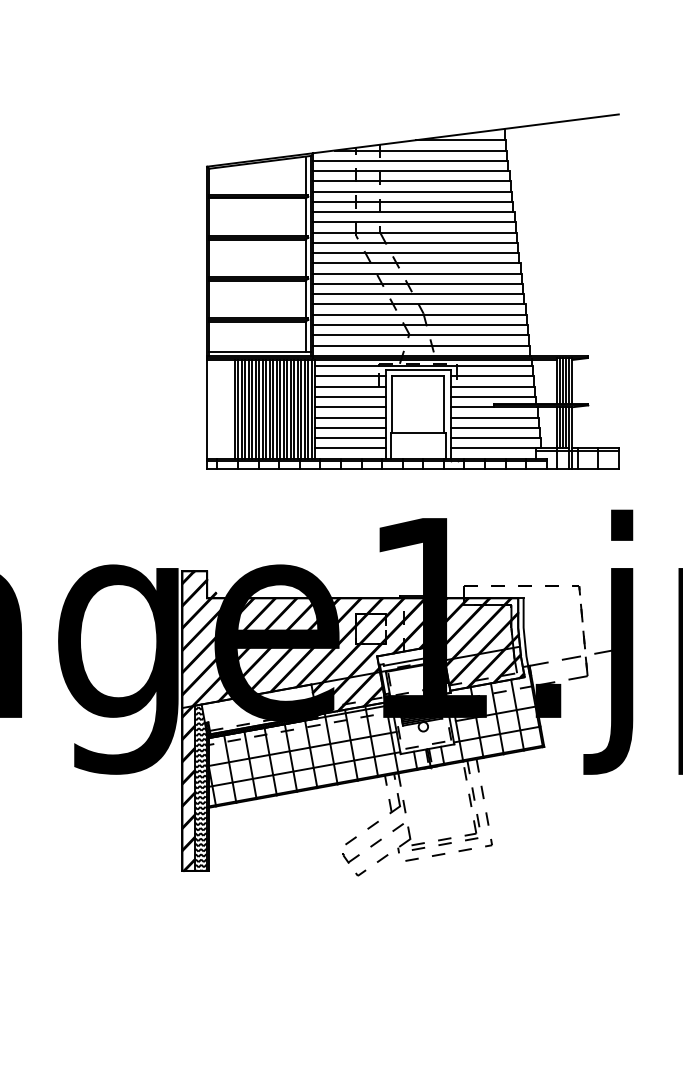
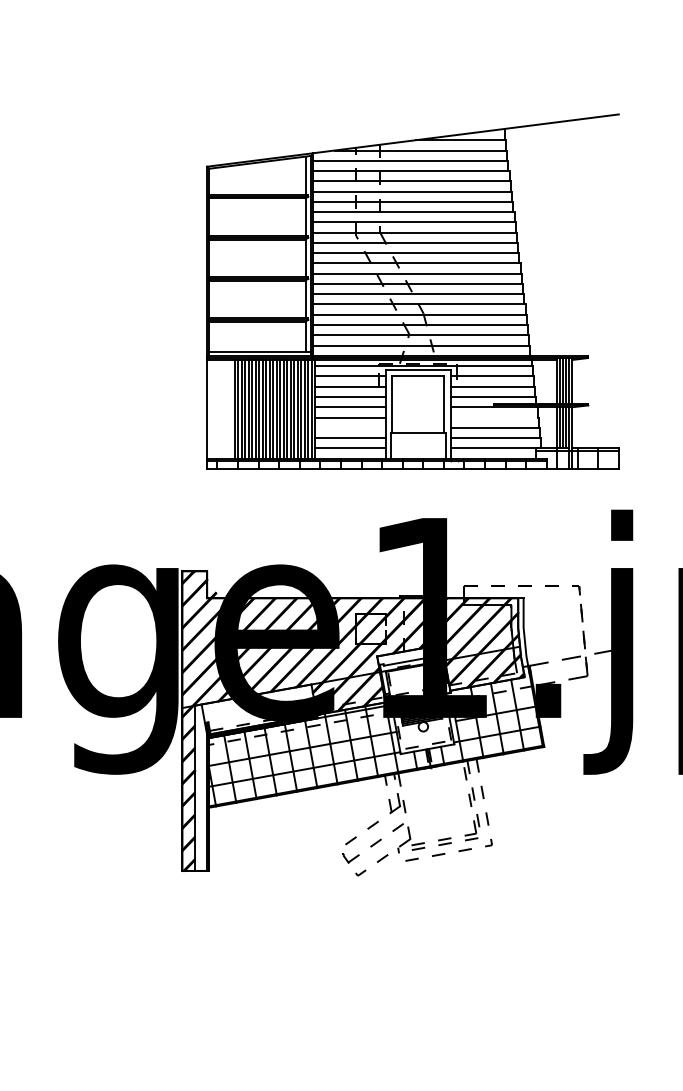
line at (493, 417): present -> none
line at (349, 427): present -> none
hatch at (200, 788): present -> none
